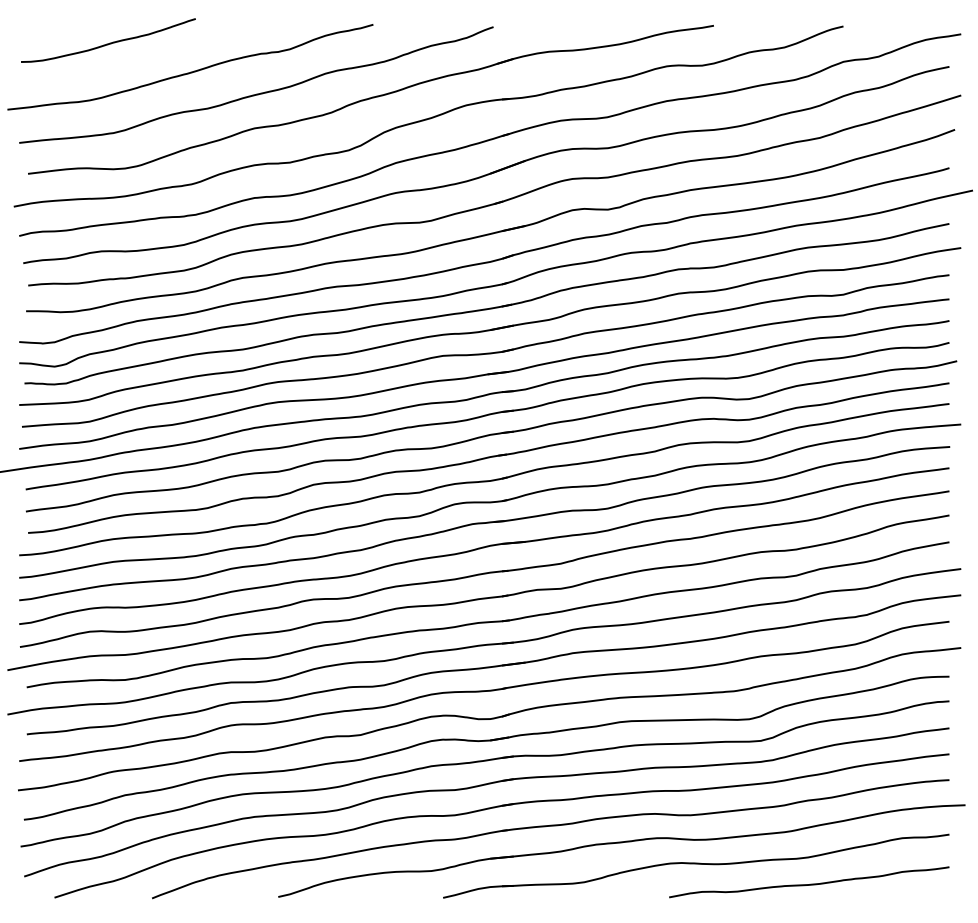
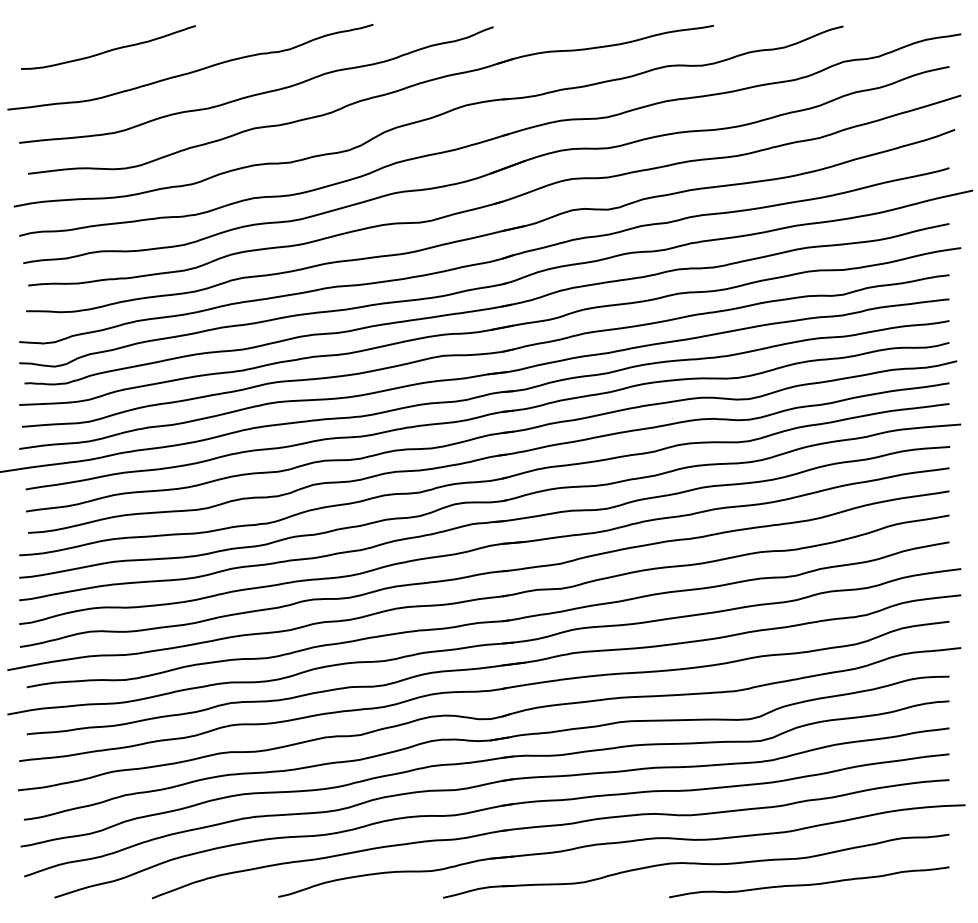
curve at (109, 42) position: (109, 42) -> (109, 49)
